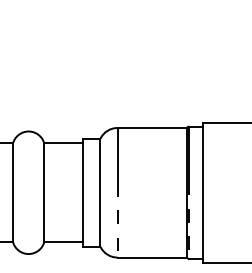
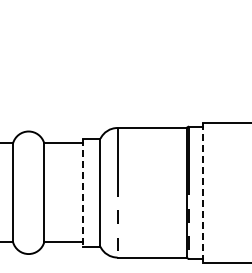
line at (82, 192): solid -> dashed
line at (203, 193): solid -> dashed
